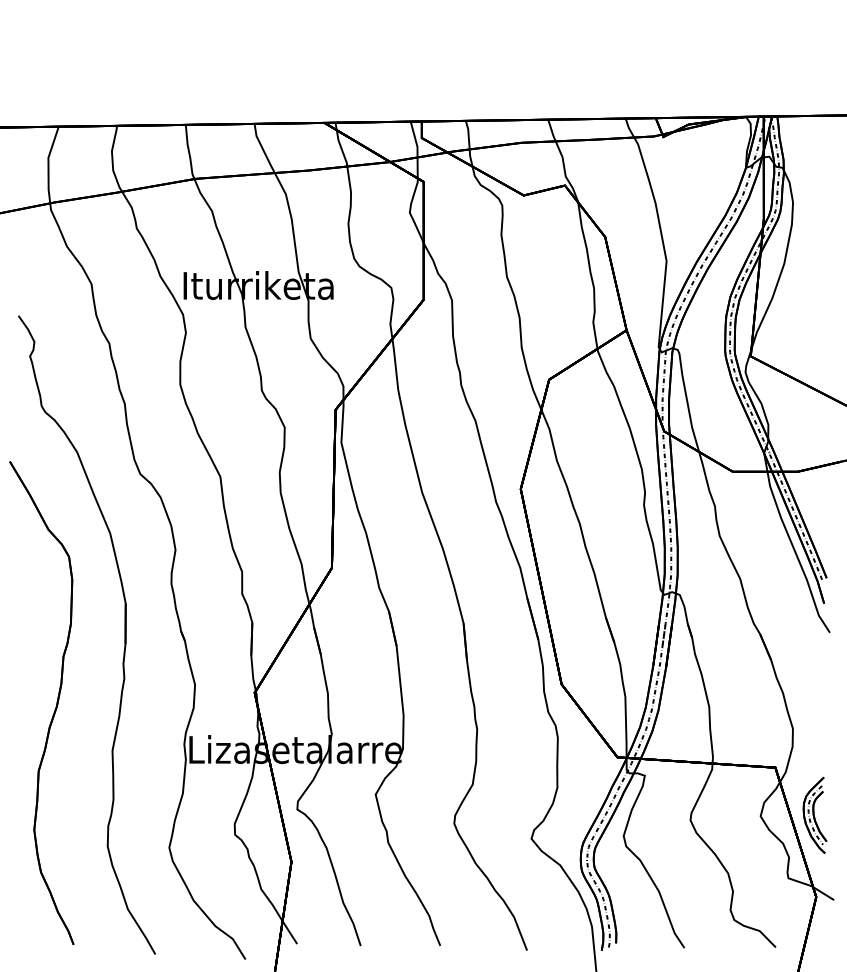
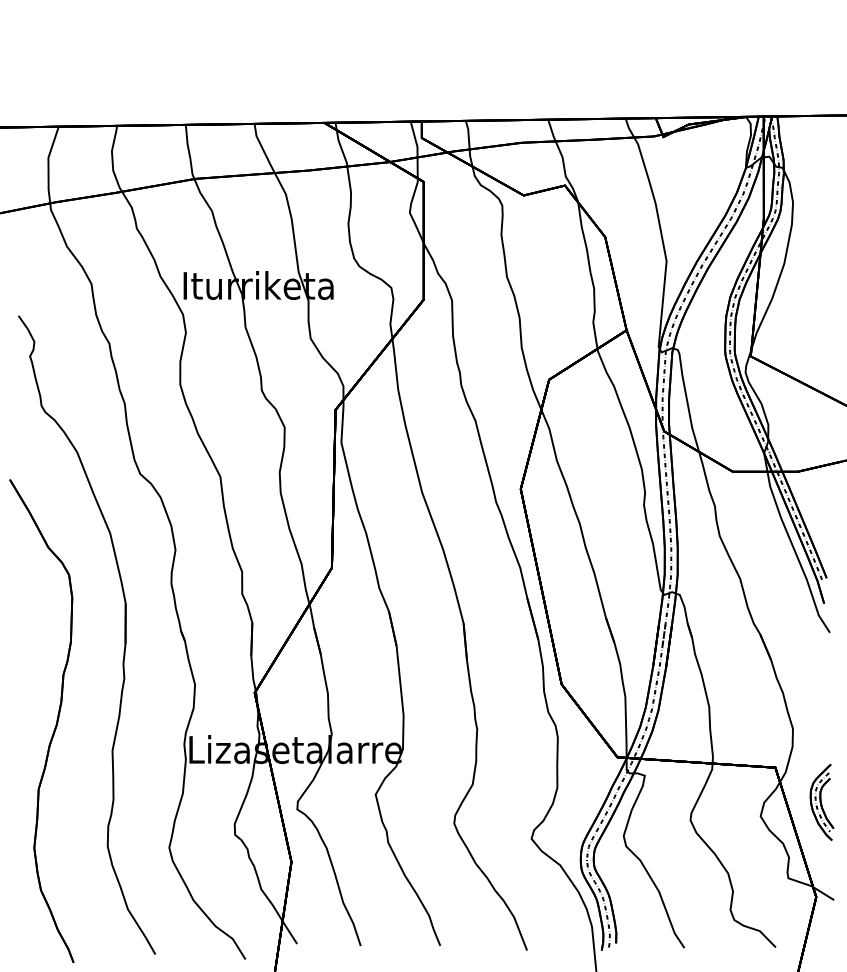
part at (55, 706) position: (55, 706) -> (55, 724)
part at (814, 814) position: (814, 814) -> (821, 801)
